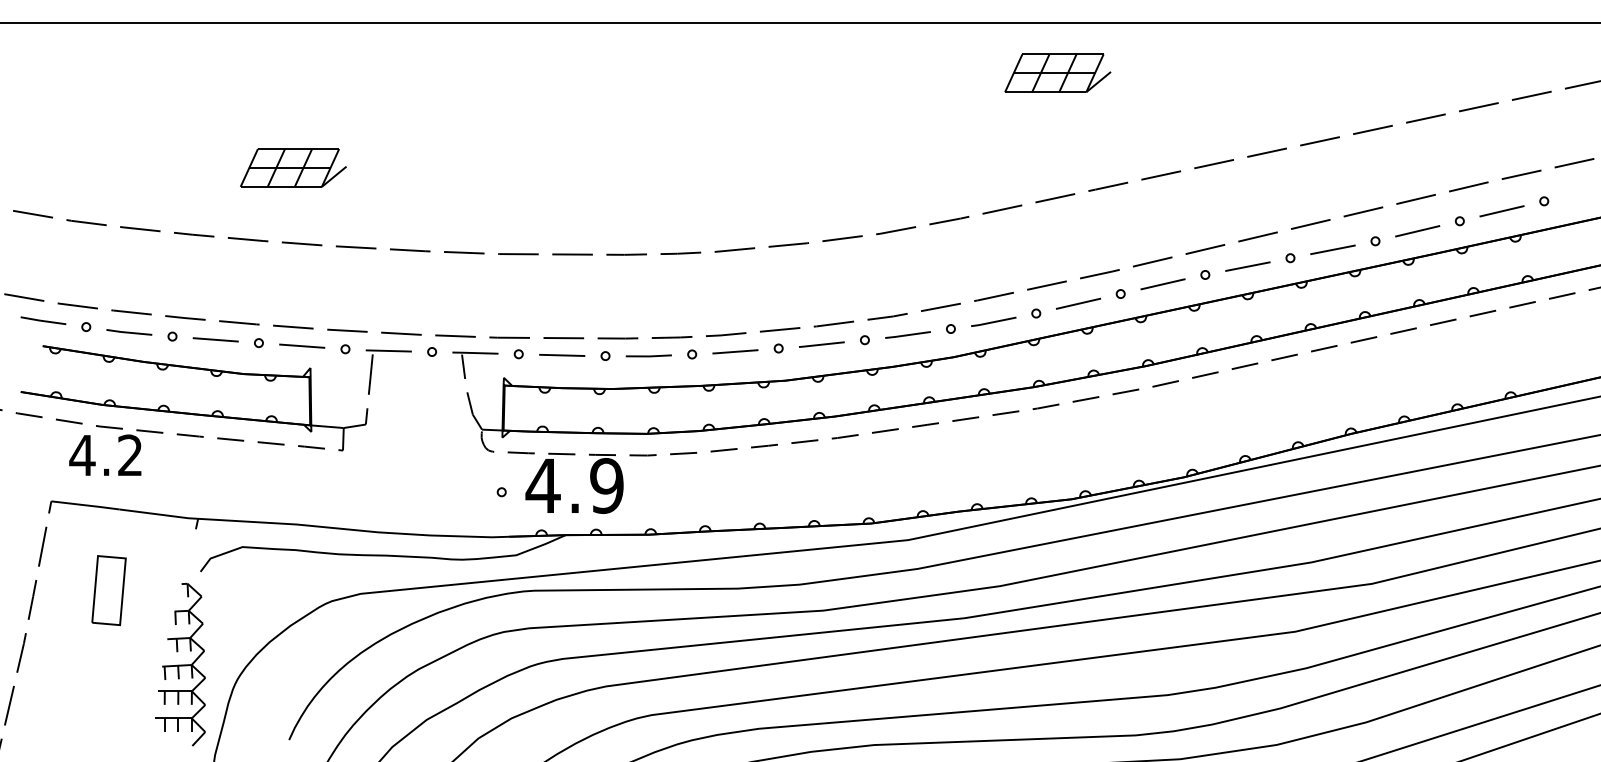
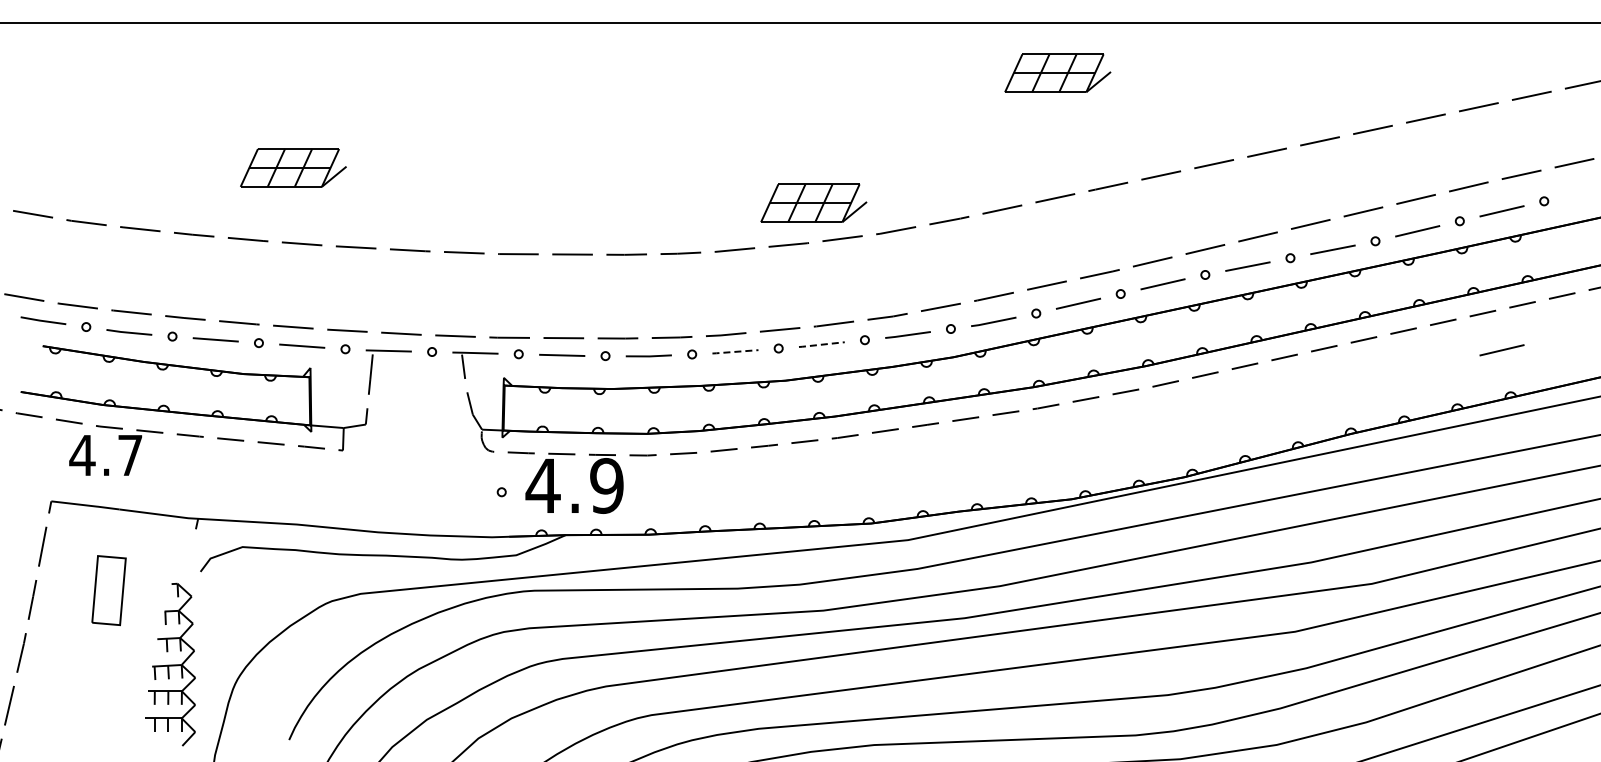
part at (813, 202): none -> present
line at (820, 344): solid -> dashed
line at (1501, 350): none -> present
line at (734, 351): solid -> dashed
text at (130, 454): 4.2 -> 4.7
part at (180, 664) position: (180, 664) -> (170, 664)
